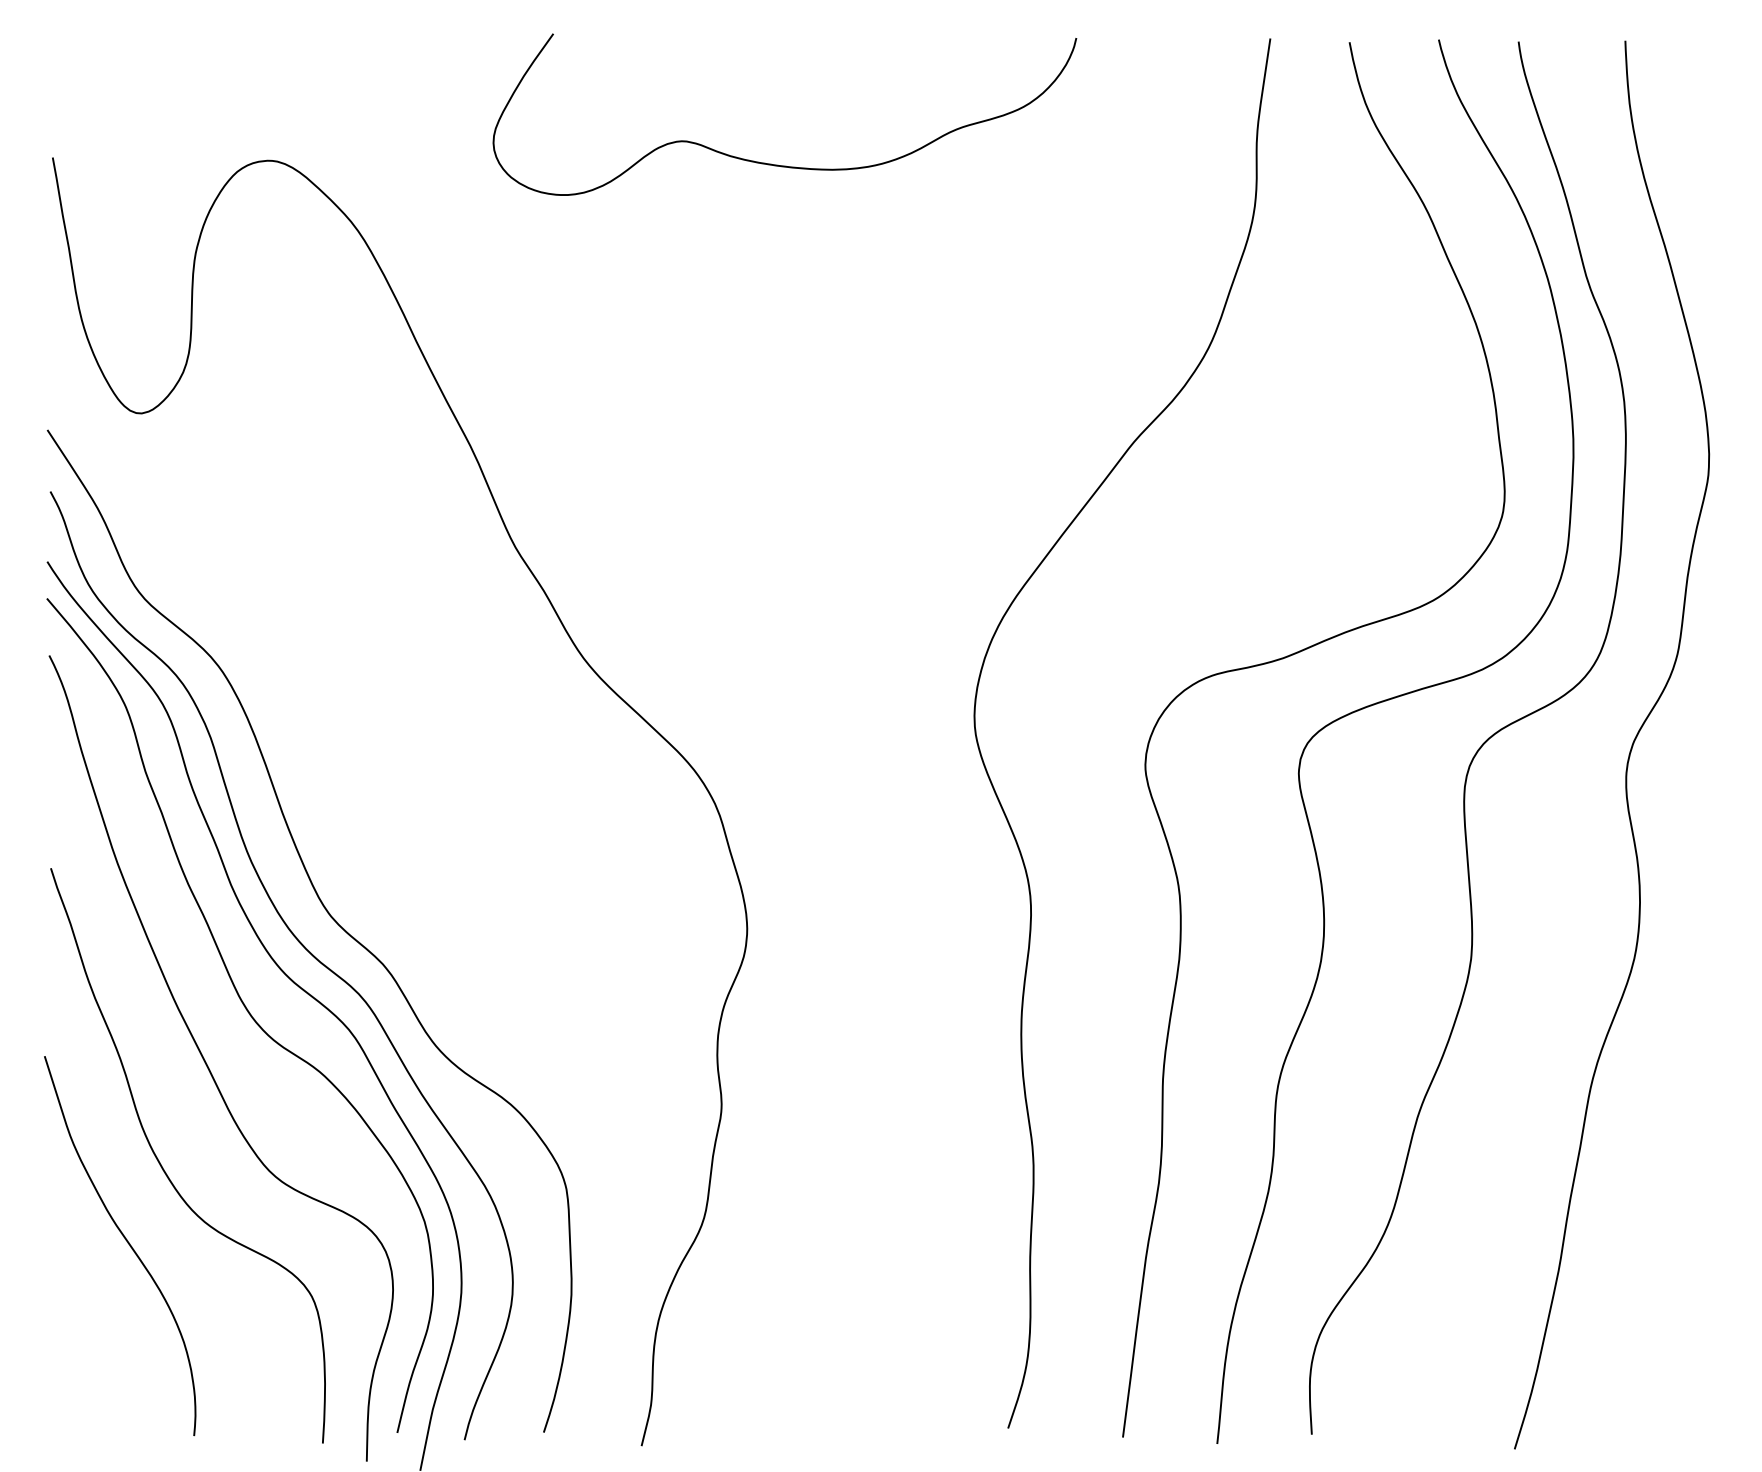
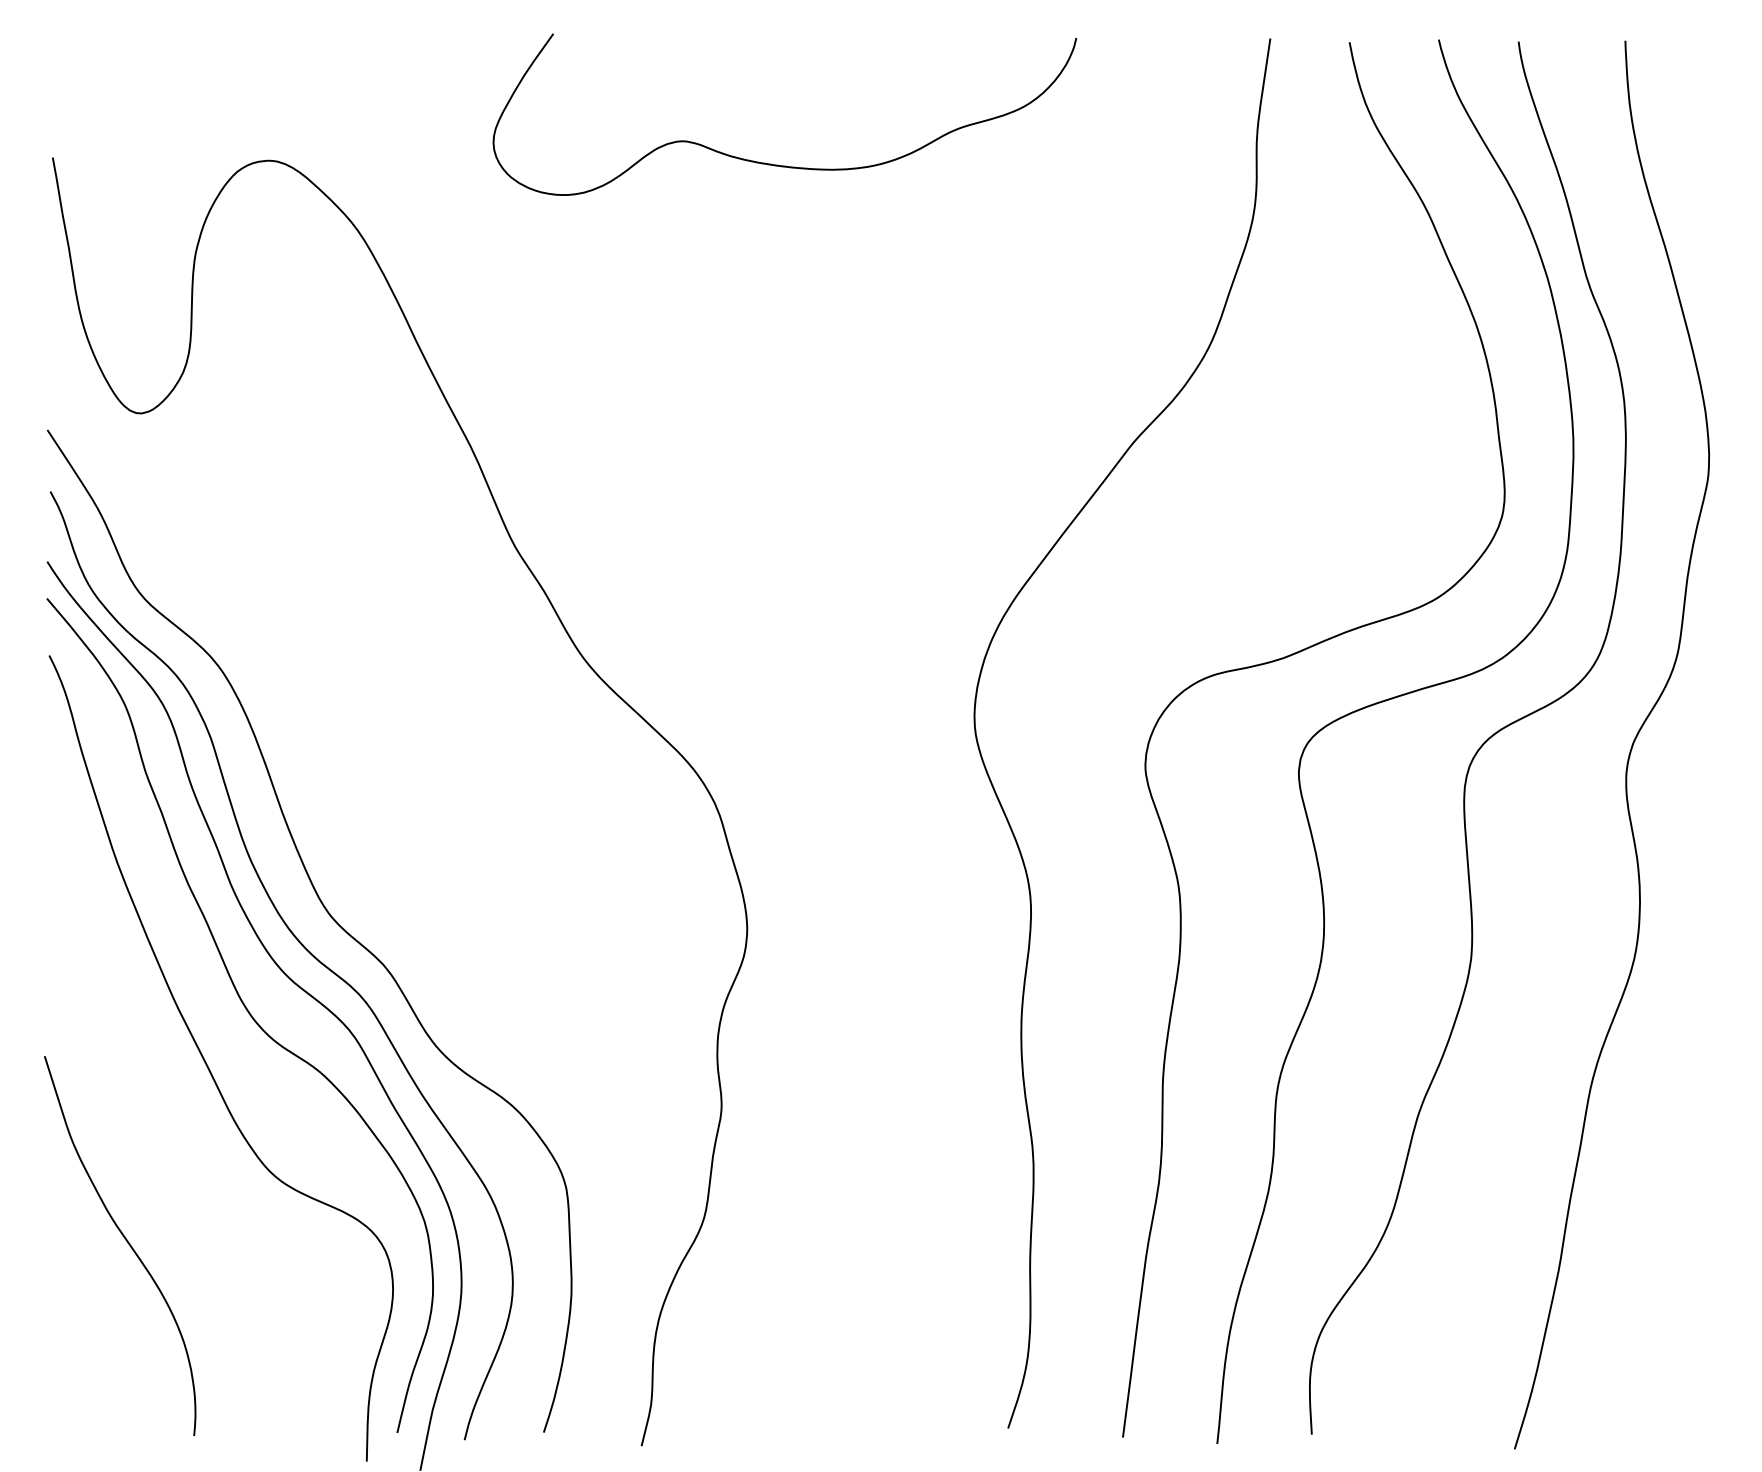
curve at (163, 1167): present -> none
